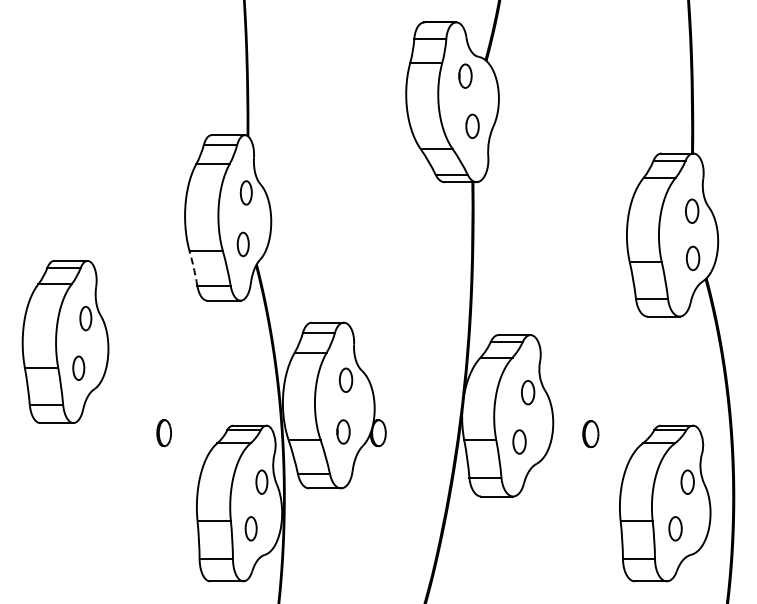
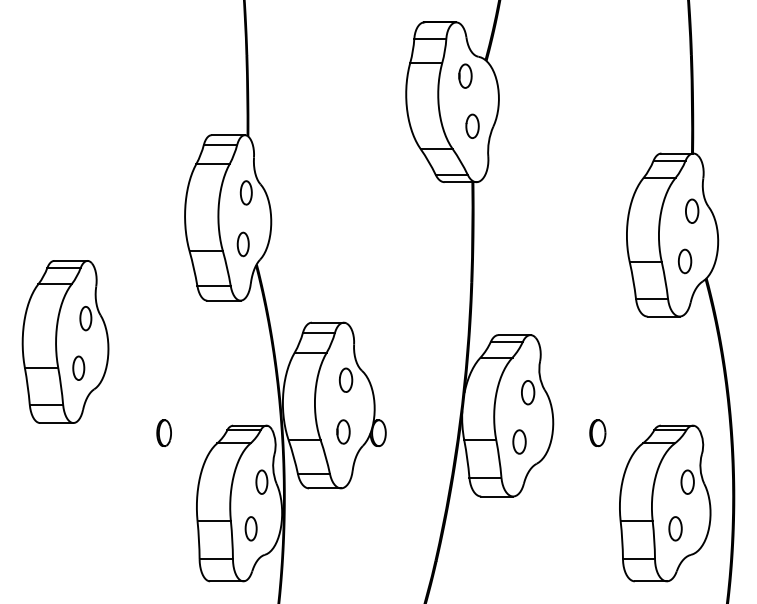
part at (692, 258) position: (692, 258) -> (684, 261)
arc at (193, 268): dashed -> solid
part at (590, 434) position: (590, 434) -> (597, 433)
